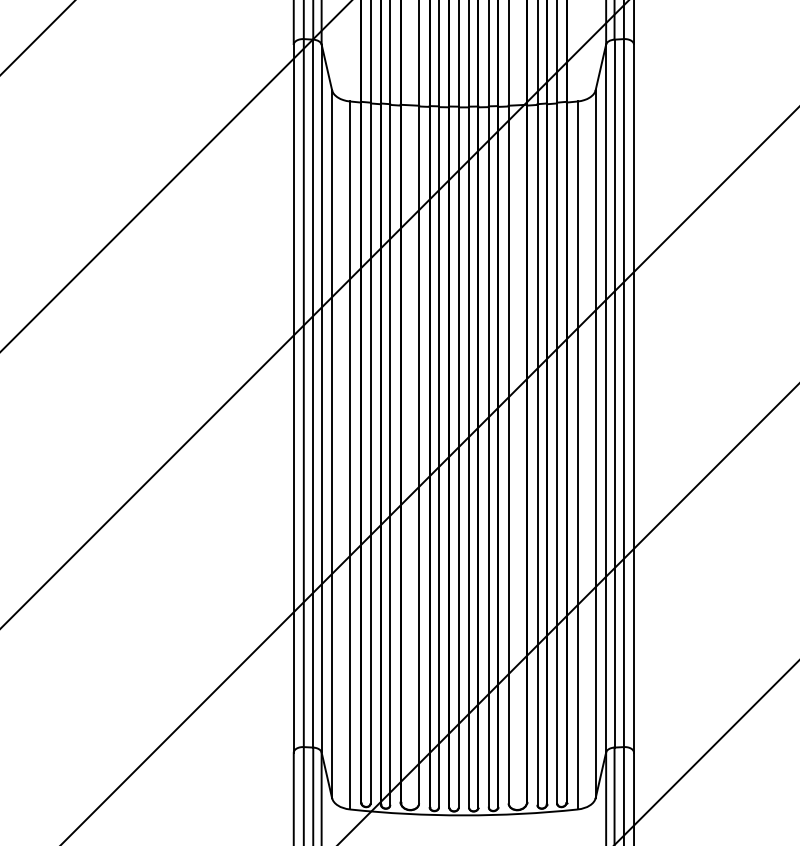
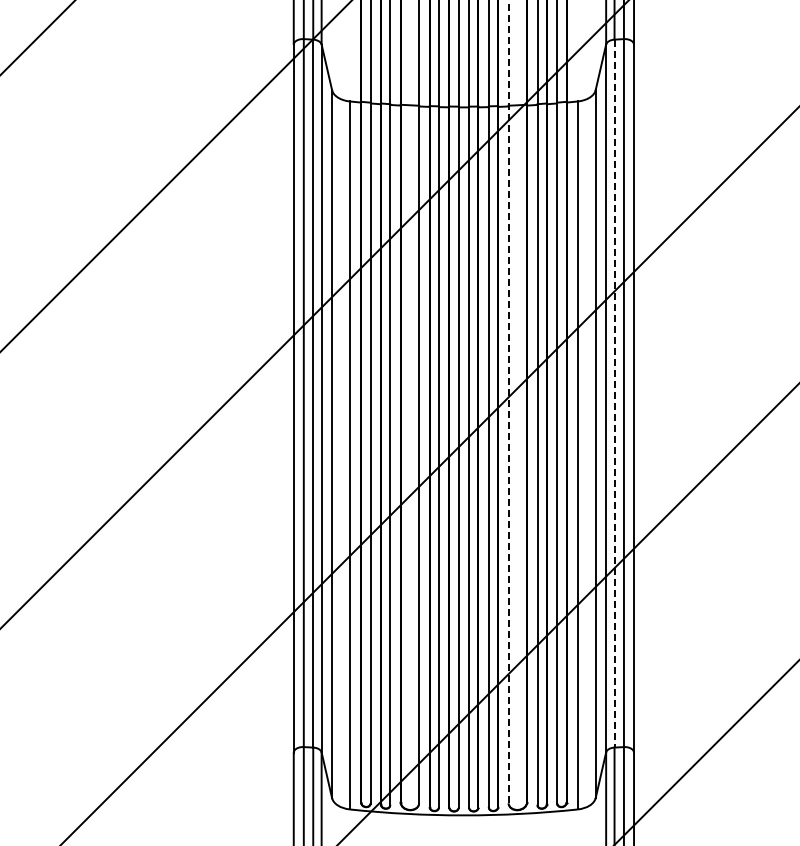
line at (614, 393): solid -> dashed
line at (508, 401): solid -> dashed
